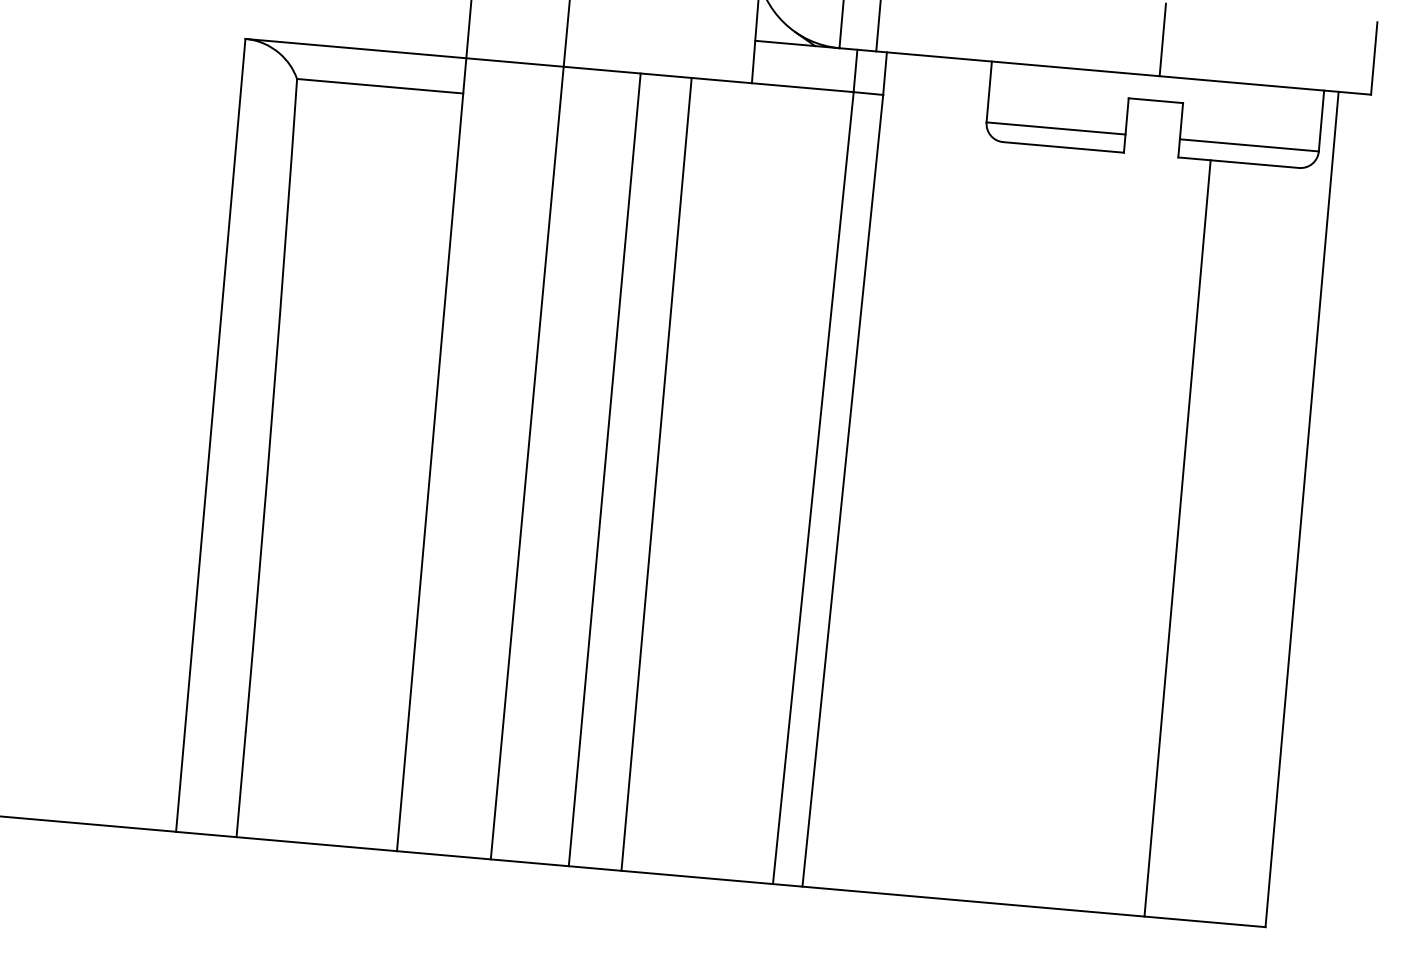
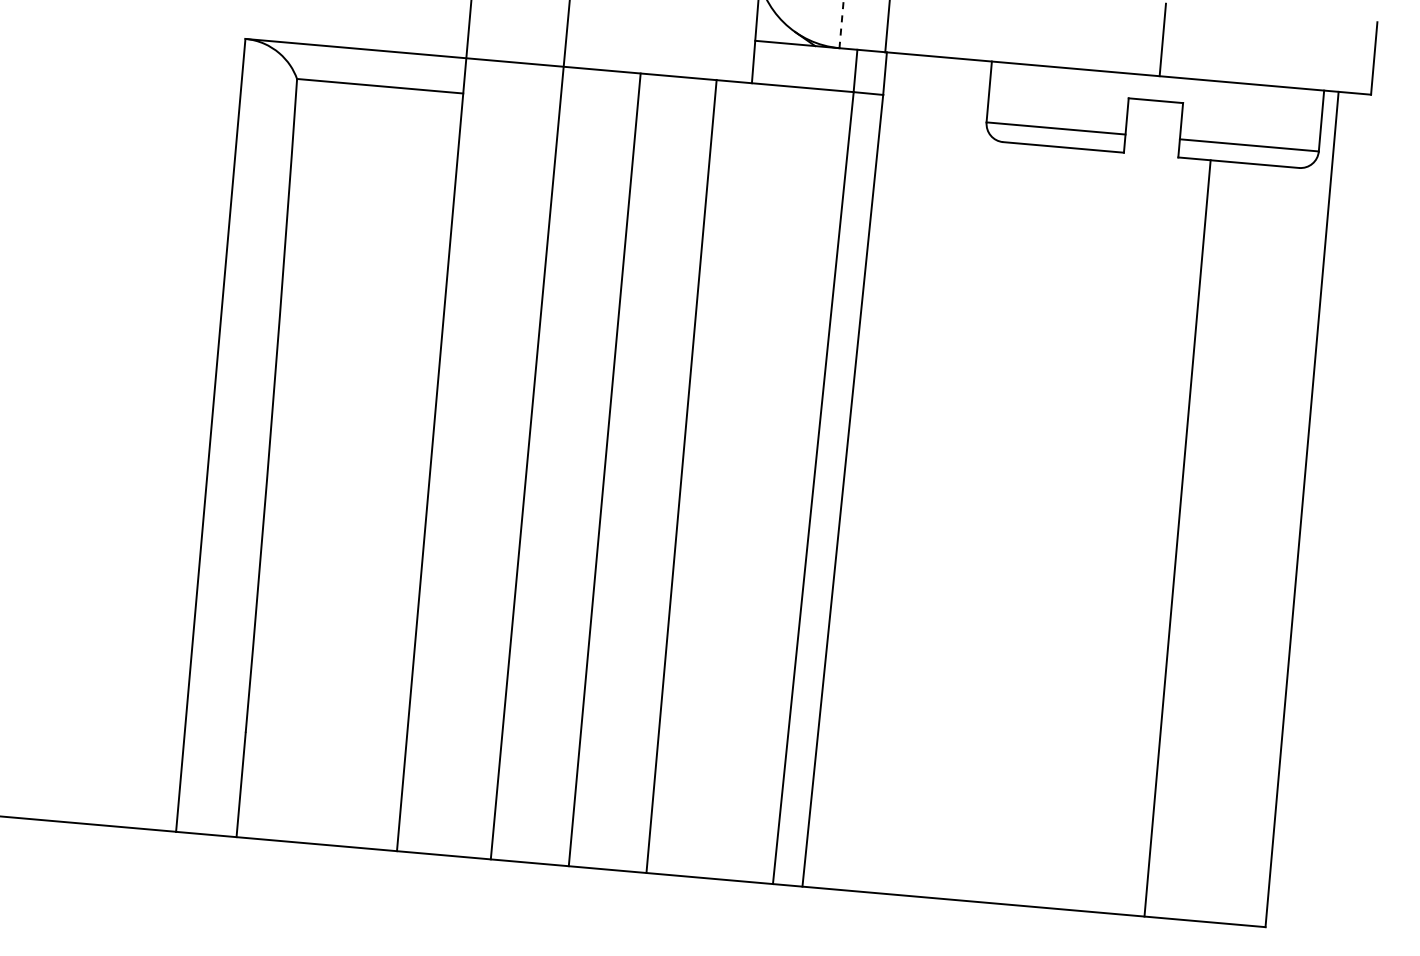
line at (841, 24): solid -> dashed
line at (878, 26) position: (878, 26) -> (887, 27)
line at (656, 473) position: (656, 473) -> (681, 475)
